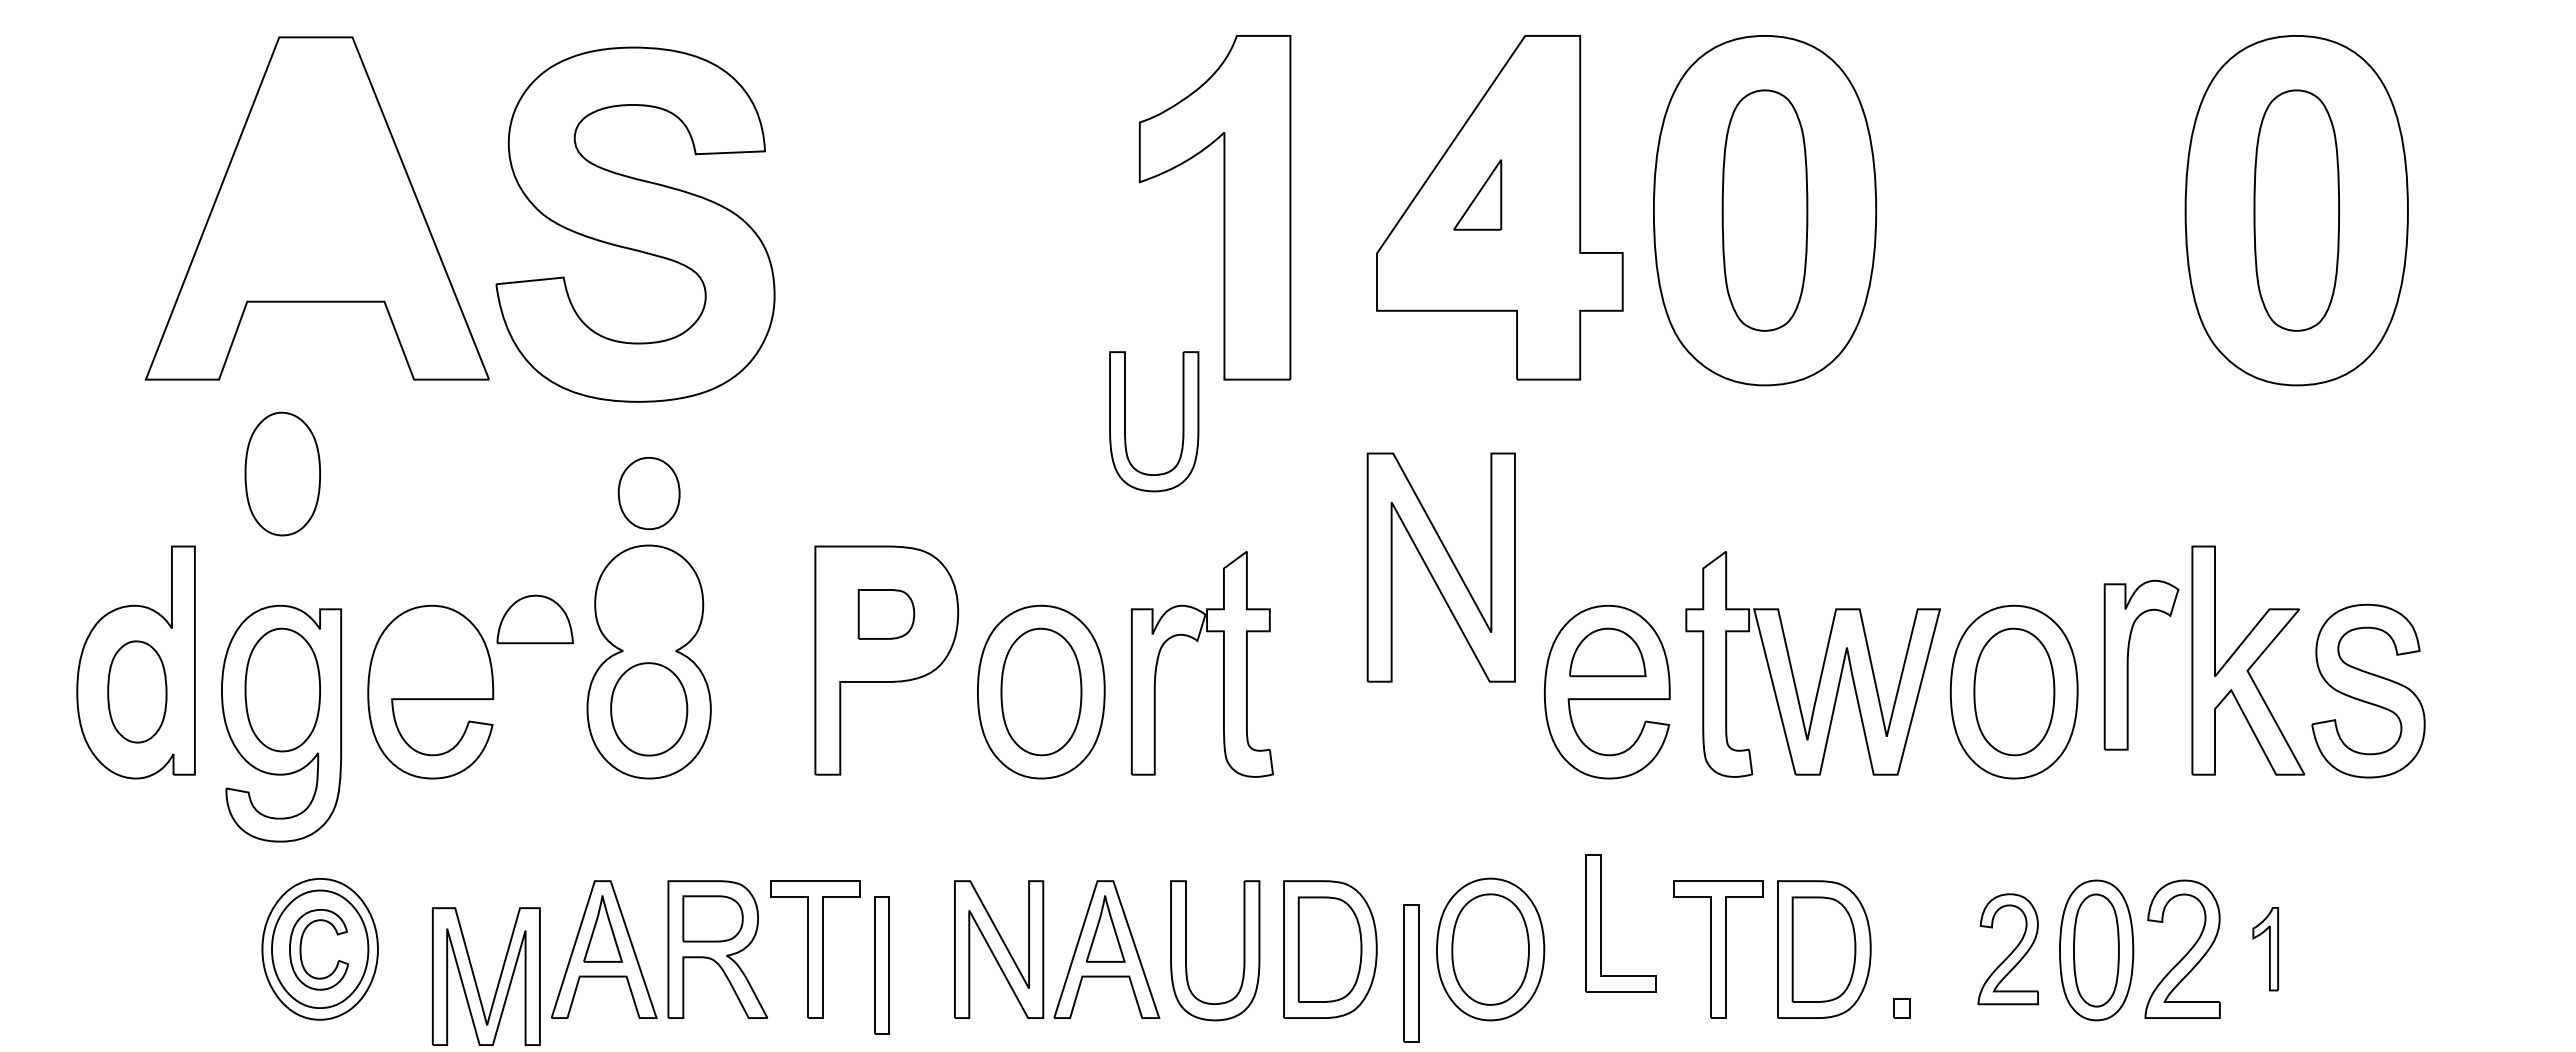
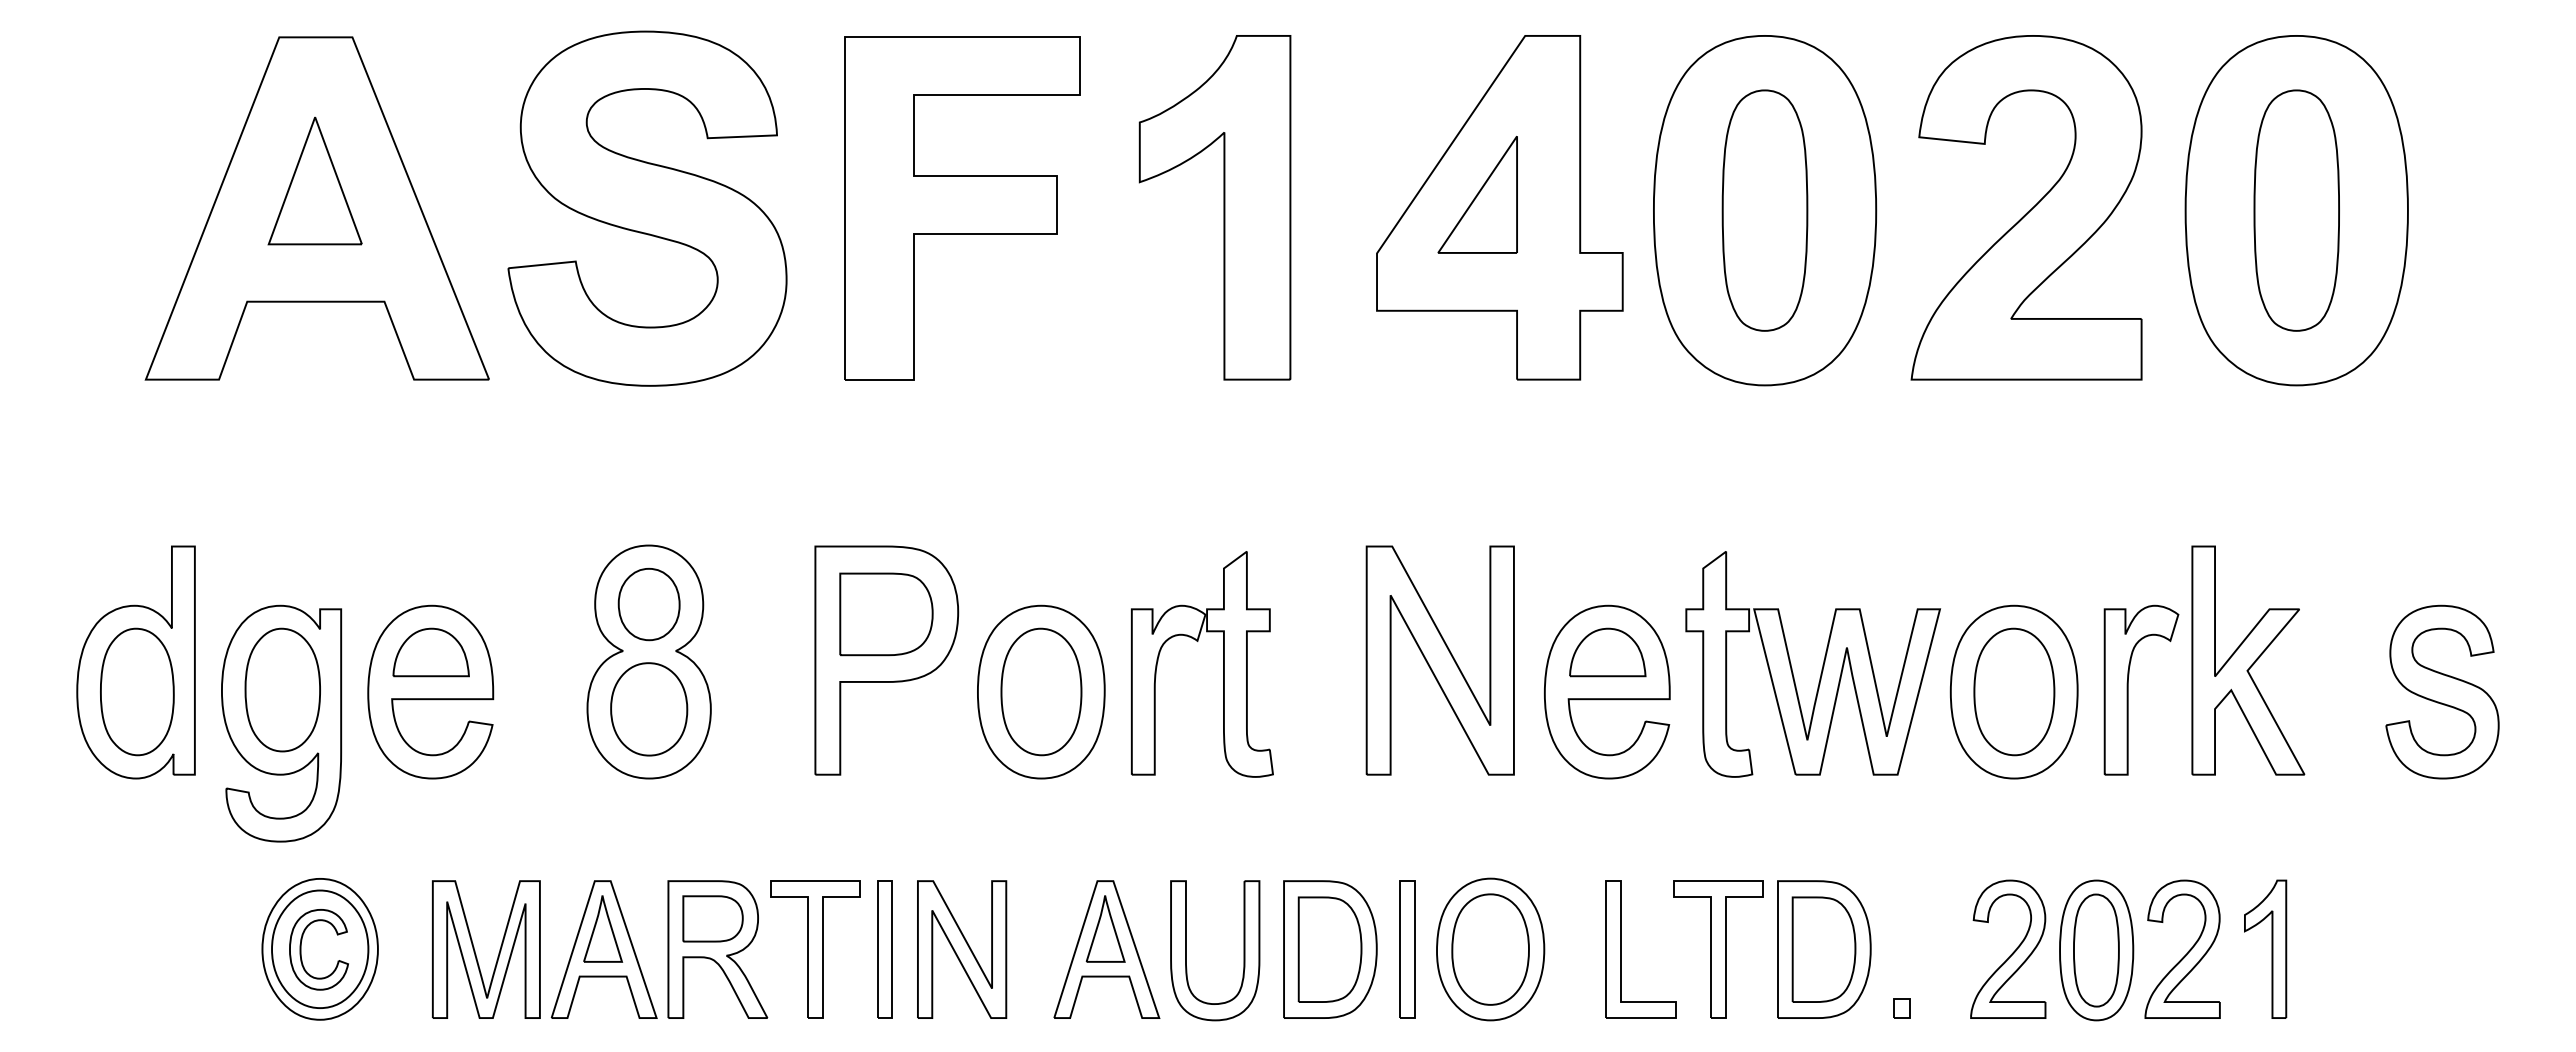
part at (314, 180): none -> present
part at (1477, 194) size: 50x72 px -> 81x118 px
part at (2026, 207): none -> present
part at (962, 208): none -> present
part at (635, 224) position: (635, 224) -> (647, 208)
part at (1182, 421): present -> none
part at (282, 473): present -> none
part at (648, 493) position: (648, 493) -> (648, 604)
part at (1440, 567) position: (1440, 567) -> (1439, 660)
part at (886, 614) size: 59x51 px -> 95x85 px
part at (534, 619) position: (534, 619) -> (430, 652)
part at (2128, 664) position: (2128, 664) -> (2128, 689)
part at (2368, 690) position: (2368, 690) -> (2442, 691)
part at (137, 691) size: 61x104 px -> 75x130 px
part at (1601, 923) position: (1601, 923) -> (1621, 949)
part at (999, 949) position: (999, 949) -> (962, 949)
part at (2007, 949) size: 62x113 px -> 77x140 px
part at (2265, 949) size: 27x85 px -> 44x140 px
part at (881, 965) position: (881, 965) -> (884, 949)
part at (1411, 973) position: (1411, 973) -> (1407, 949)
part at (475, 977) position: (475, 977) -> (475, 950)
